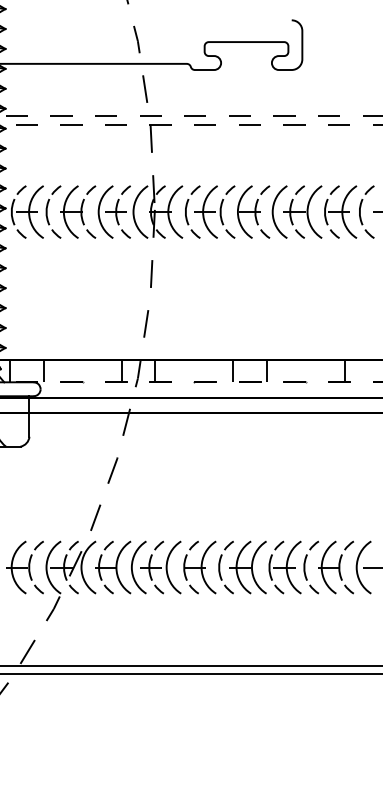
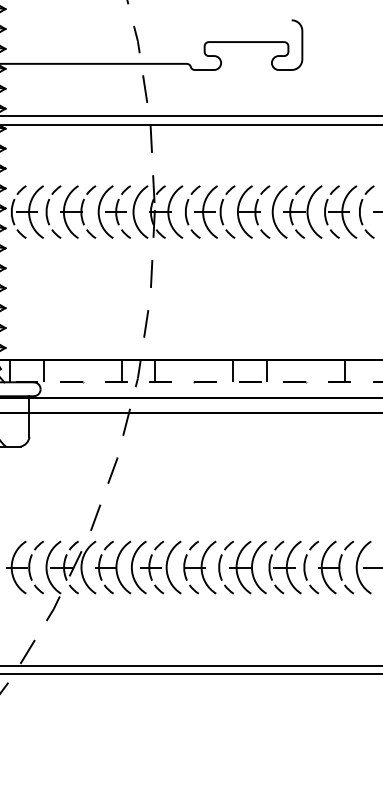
line at (191, 116): dashed -> solid
line at (191, 124): dashed -> solid
